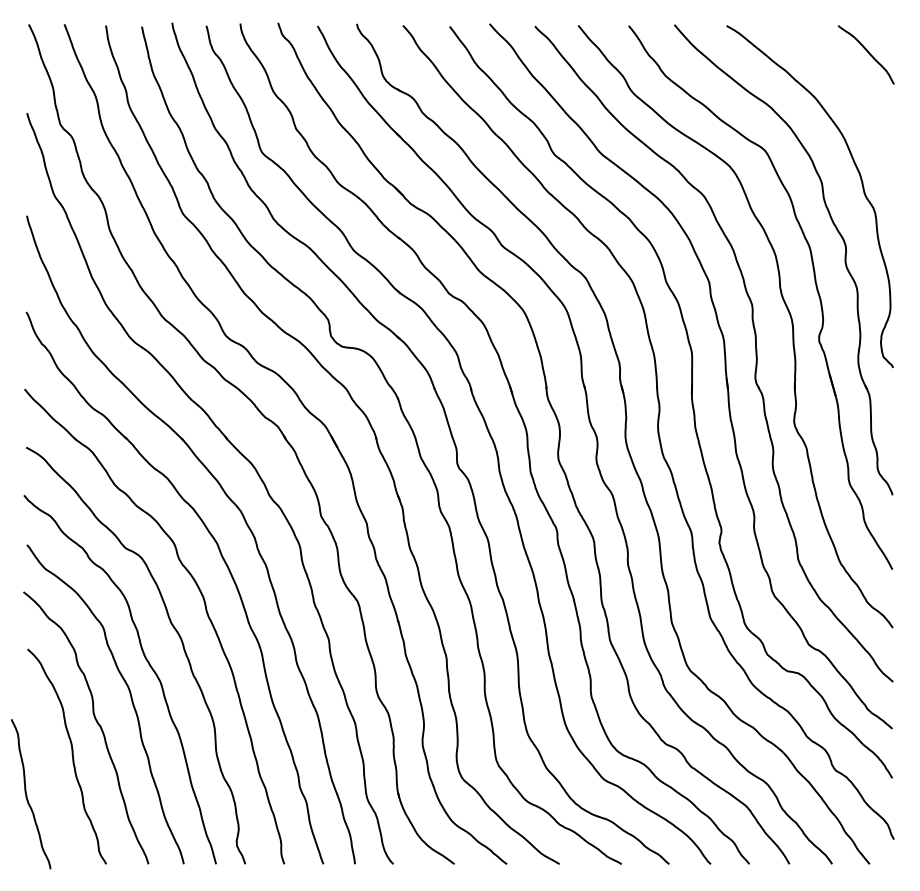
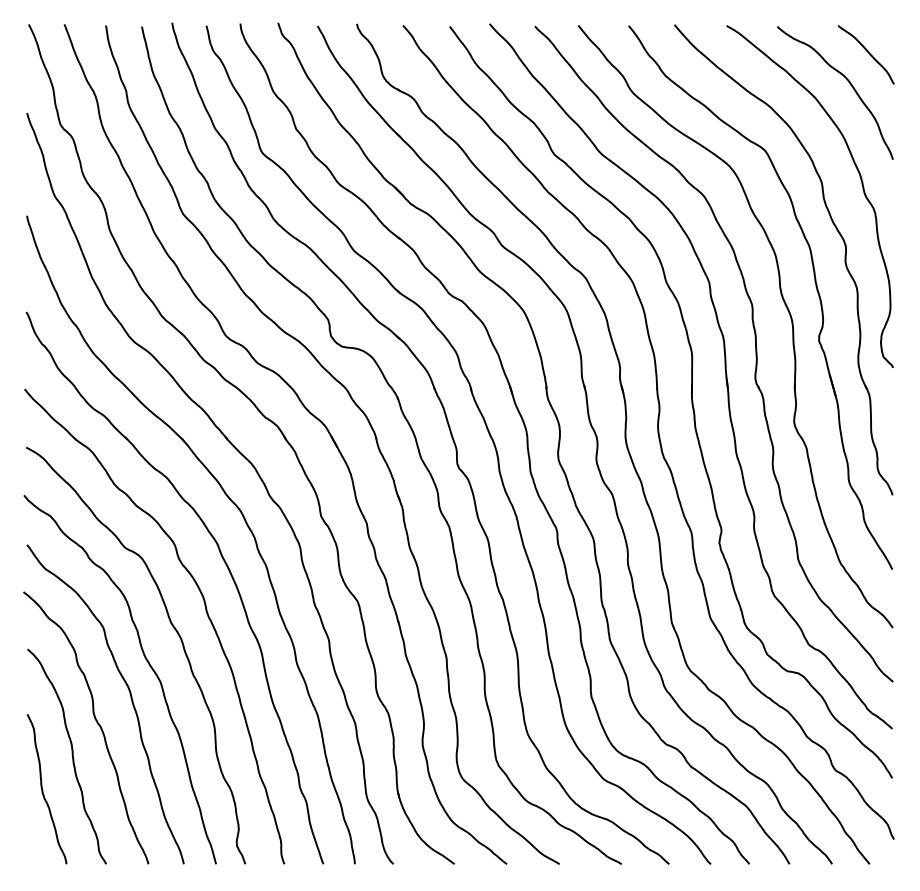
curve at (847, 81): none -> present
curve at (27, 794) position: (27, 794) -> (43, 789)
